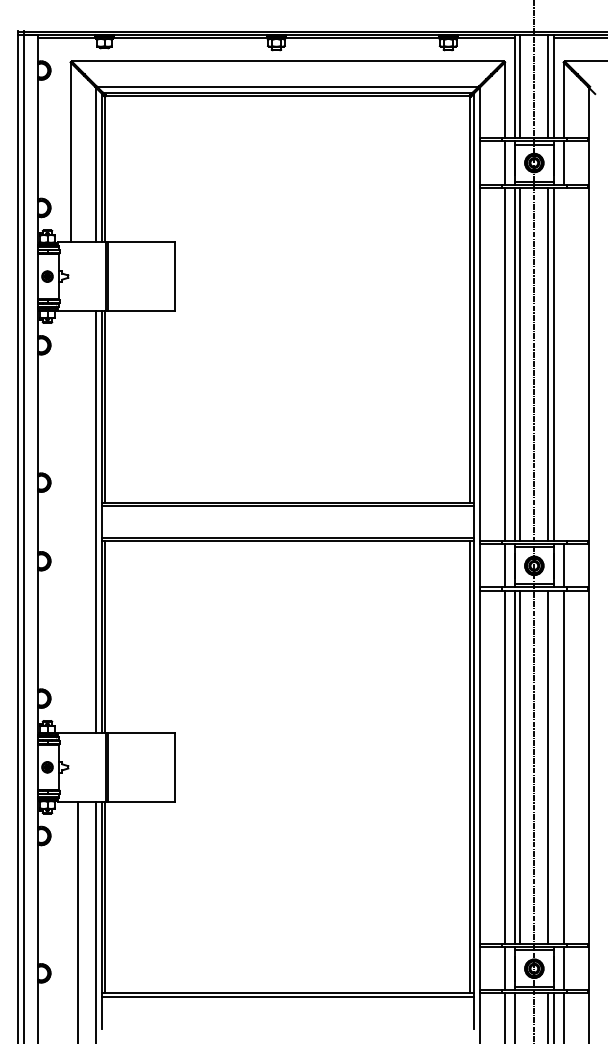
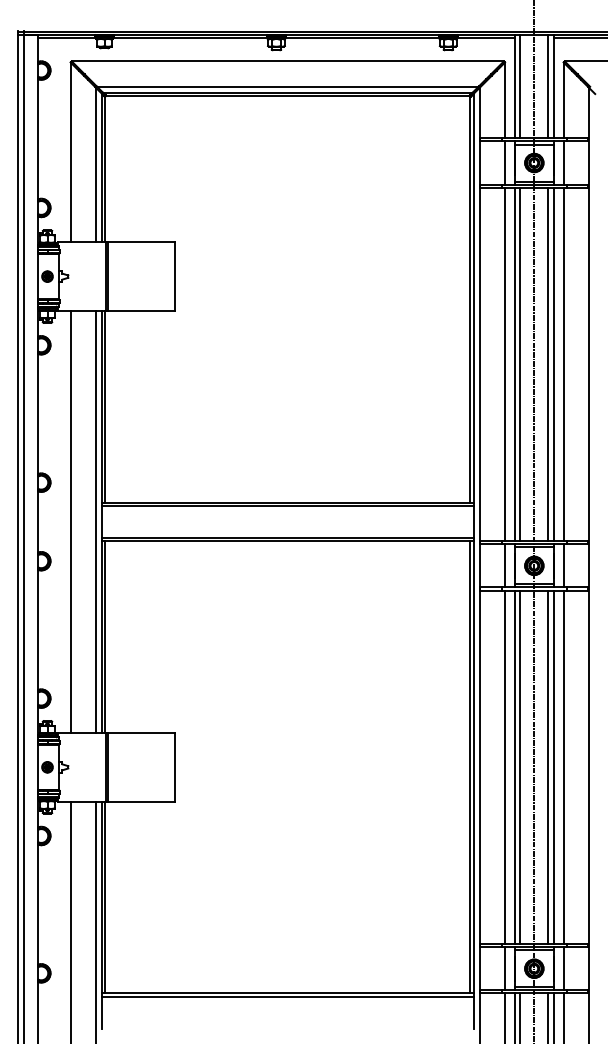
line at (563, 364): none -> present
line at (70, 521): none -> present
line at (553, 767): none -> present
line at (77, 921) position: (77, 921) -> (70, 921)
line at (520, 1016): none -> present
